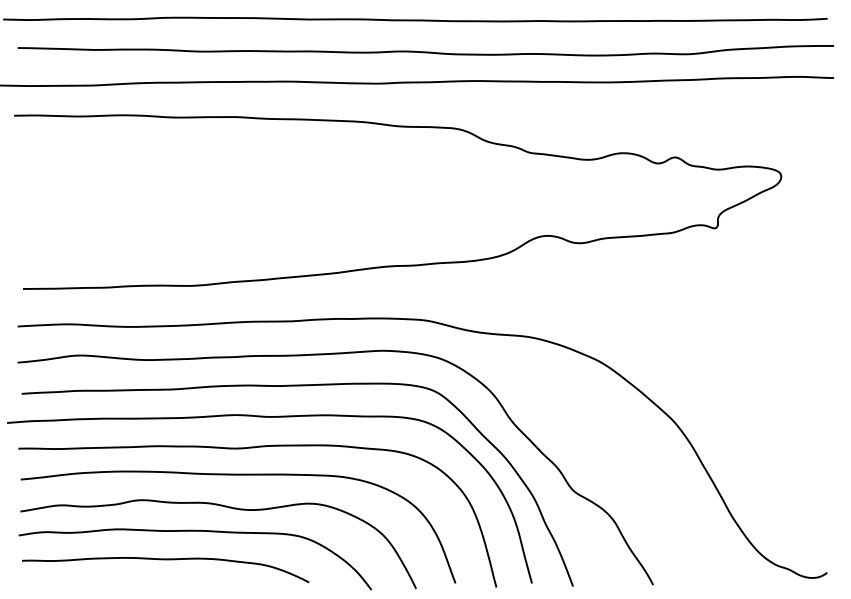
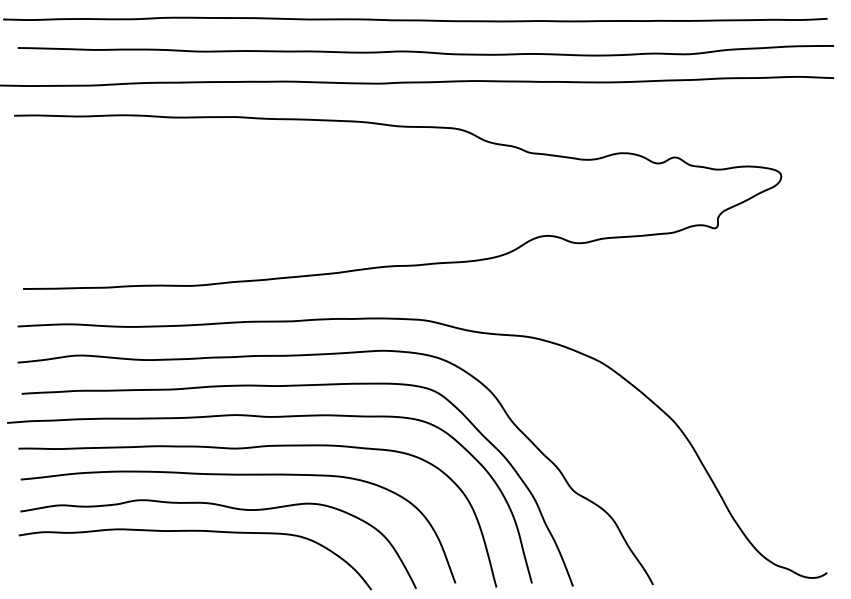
curve at (165, 560): present -> none
